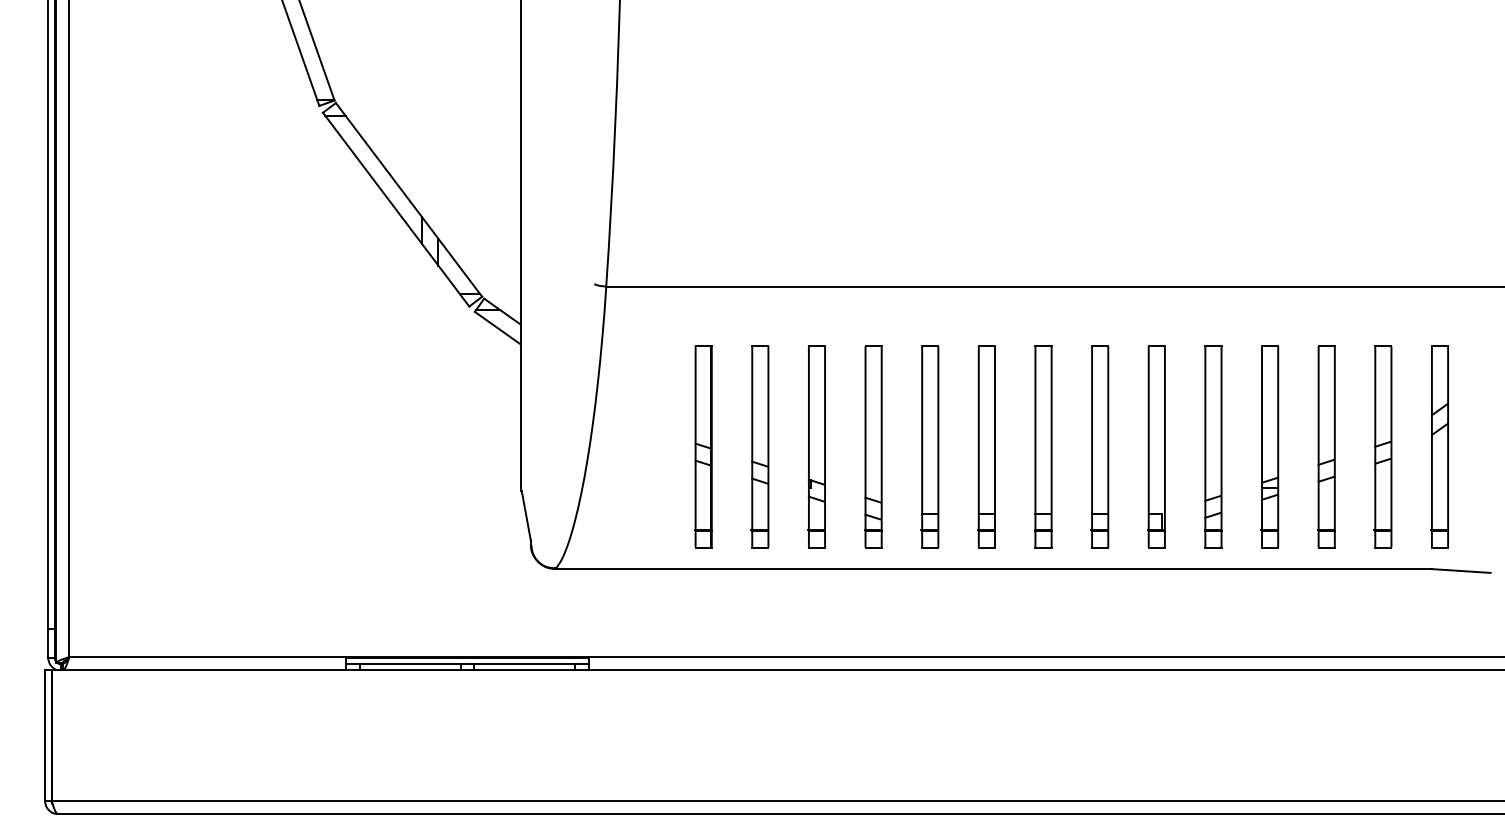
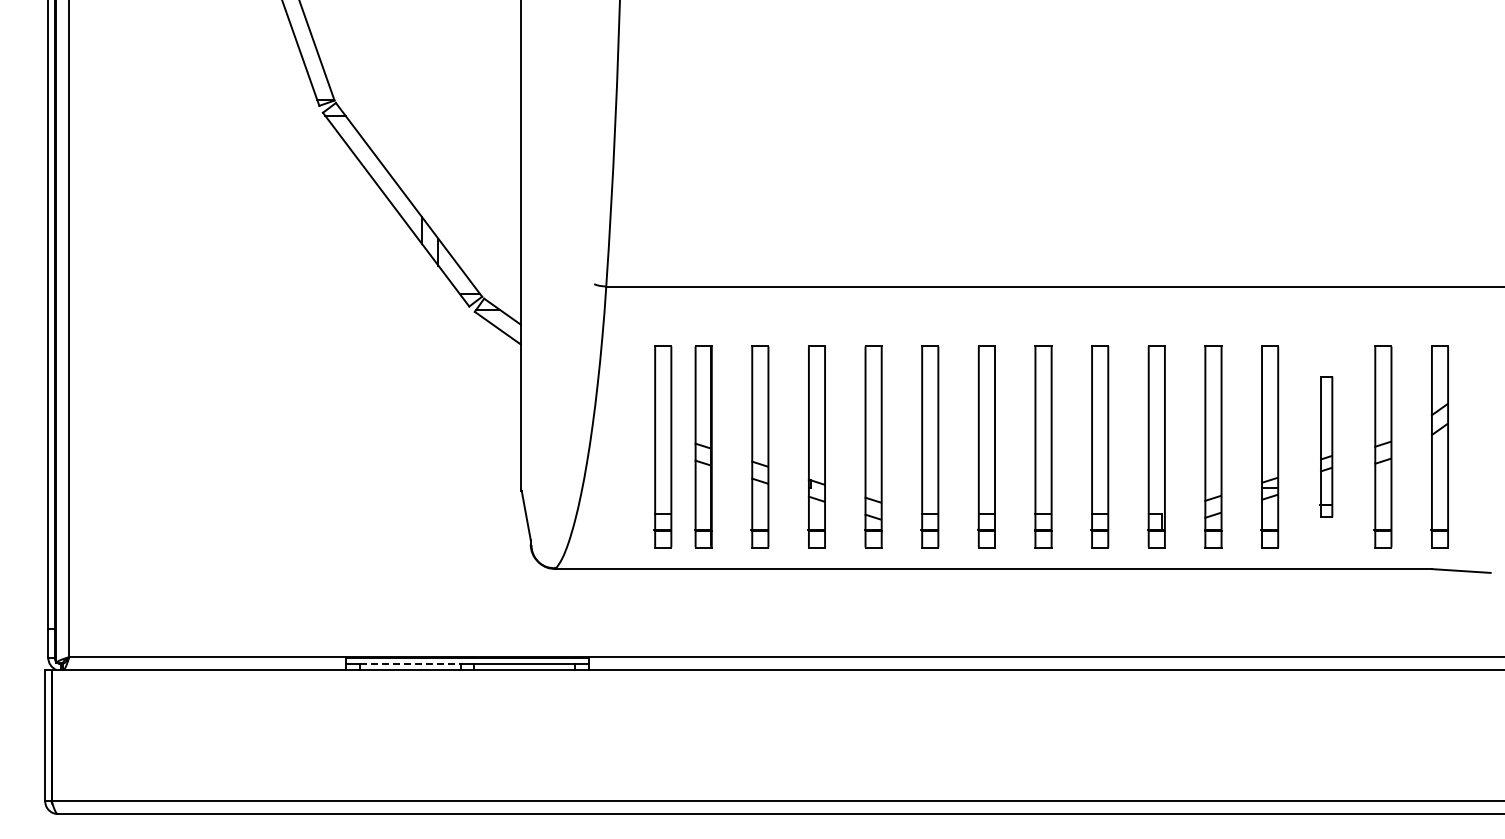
part at (662, 446): none -> present
part at (1326, 446) size: 19x204 px -> 15x142 px
line at (410, 663): solid -> dashed
